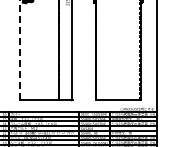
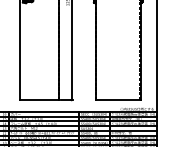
line at (20, 50): dashed -> solid
